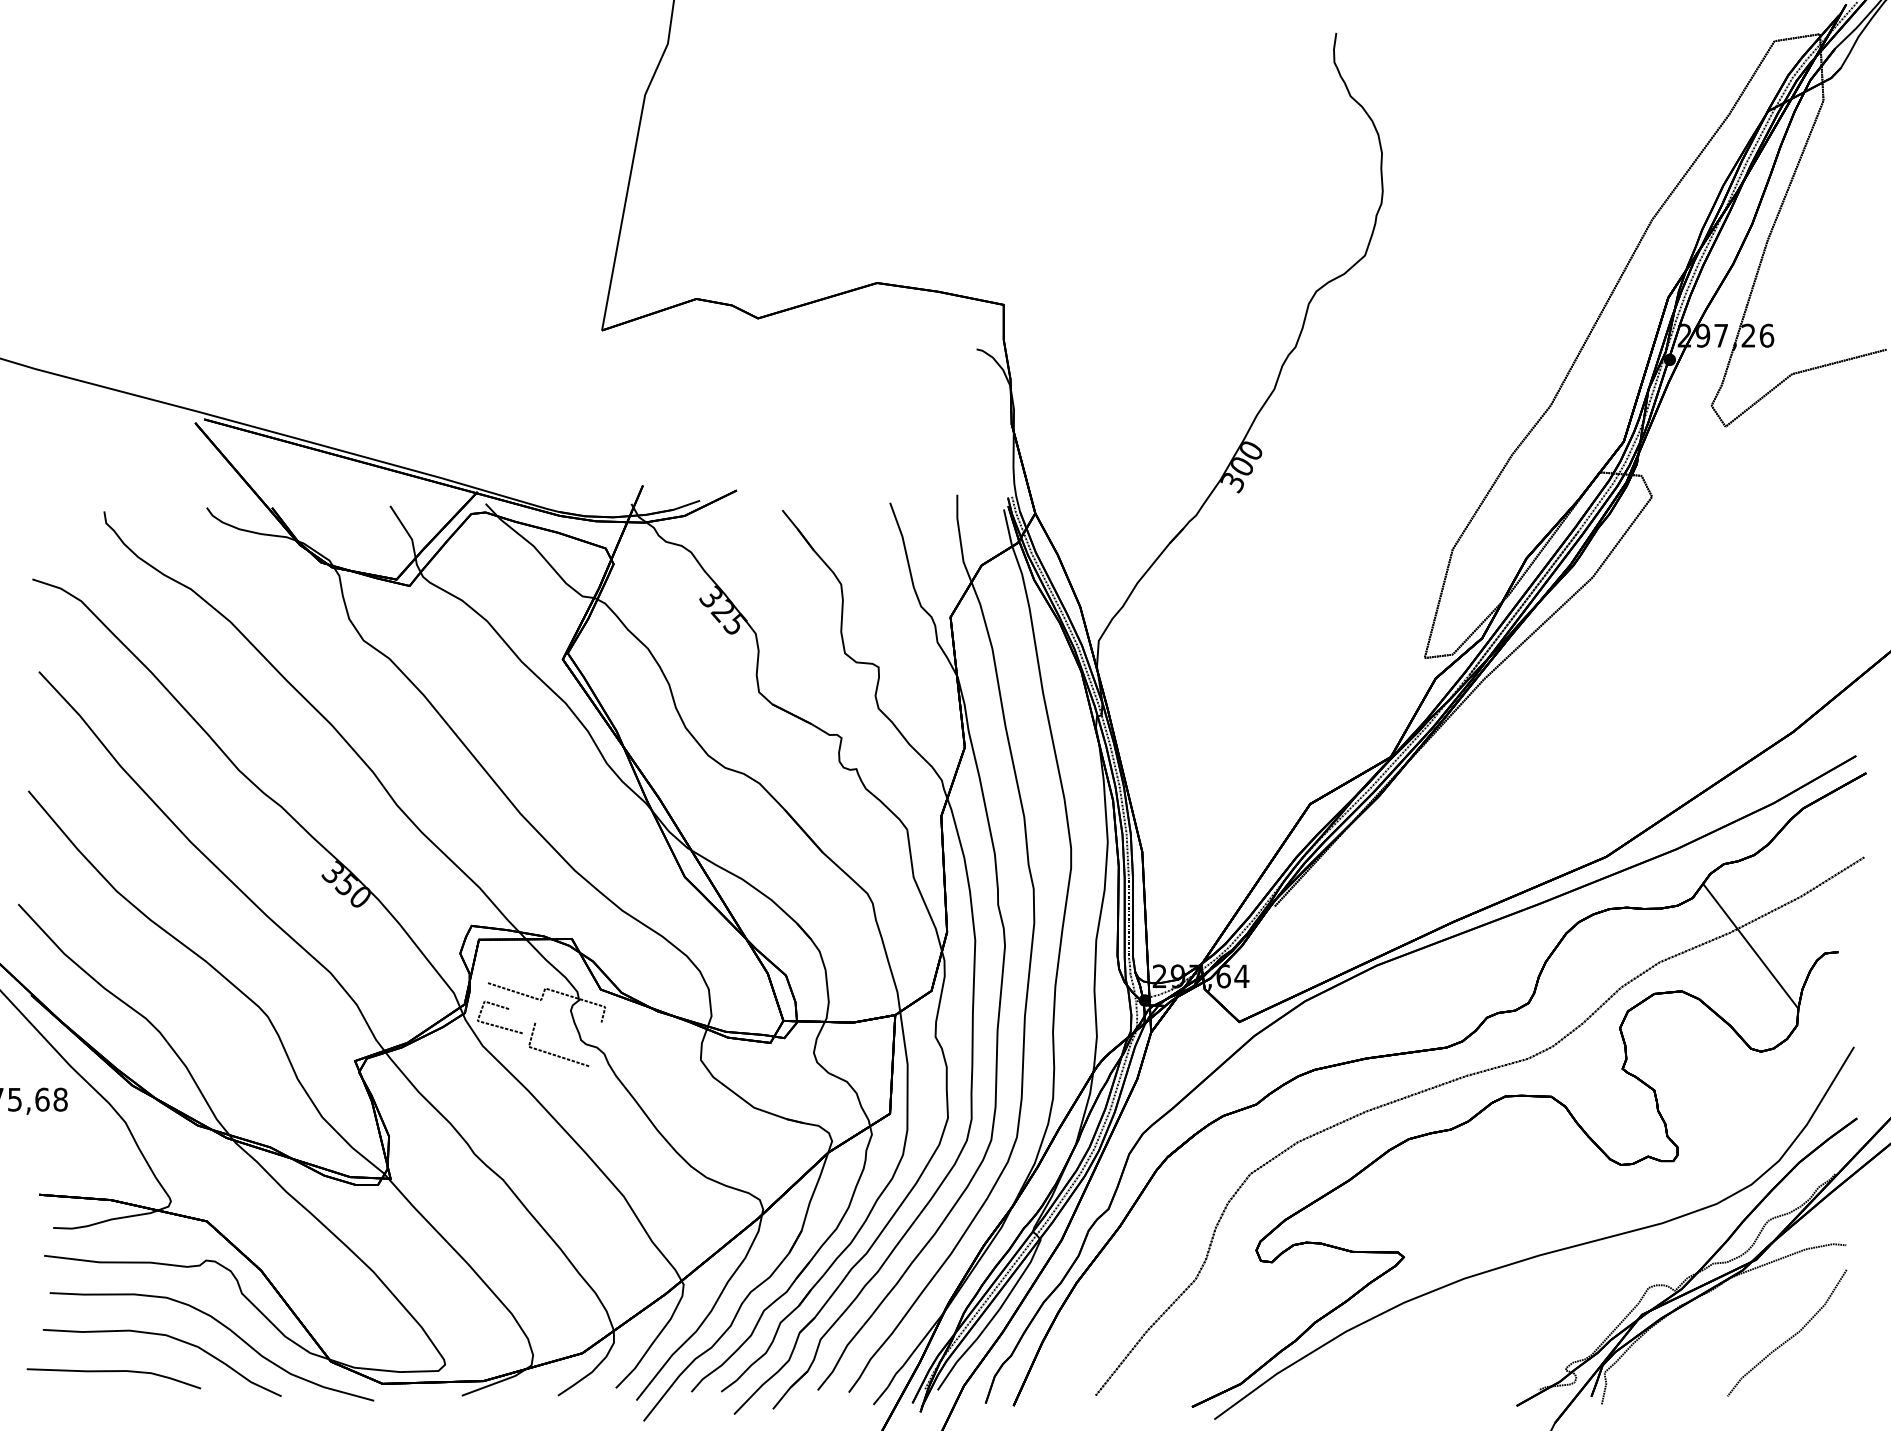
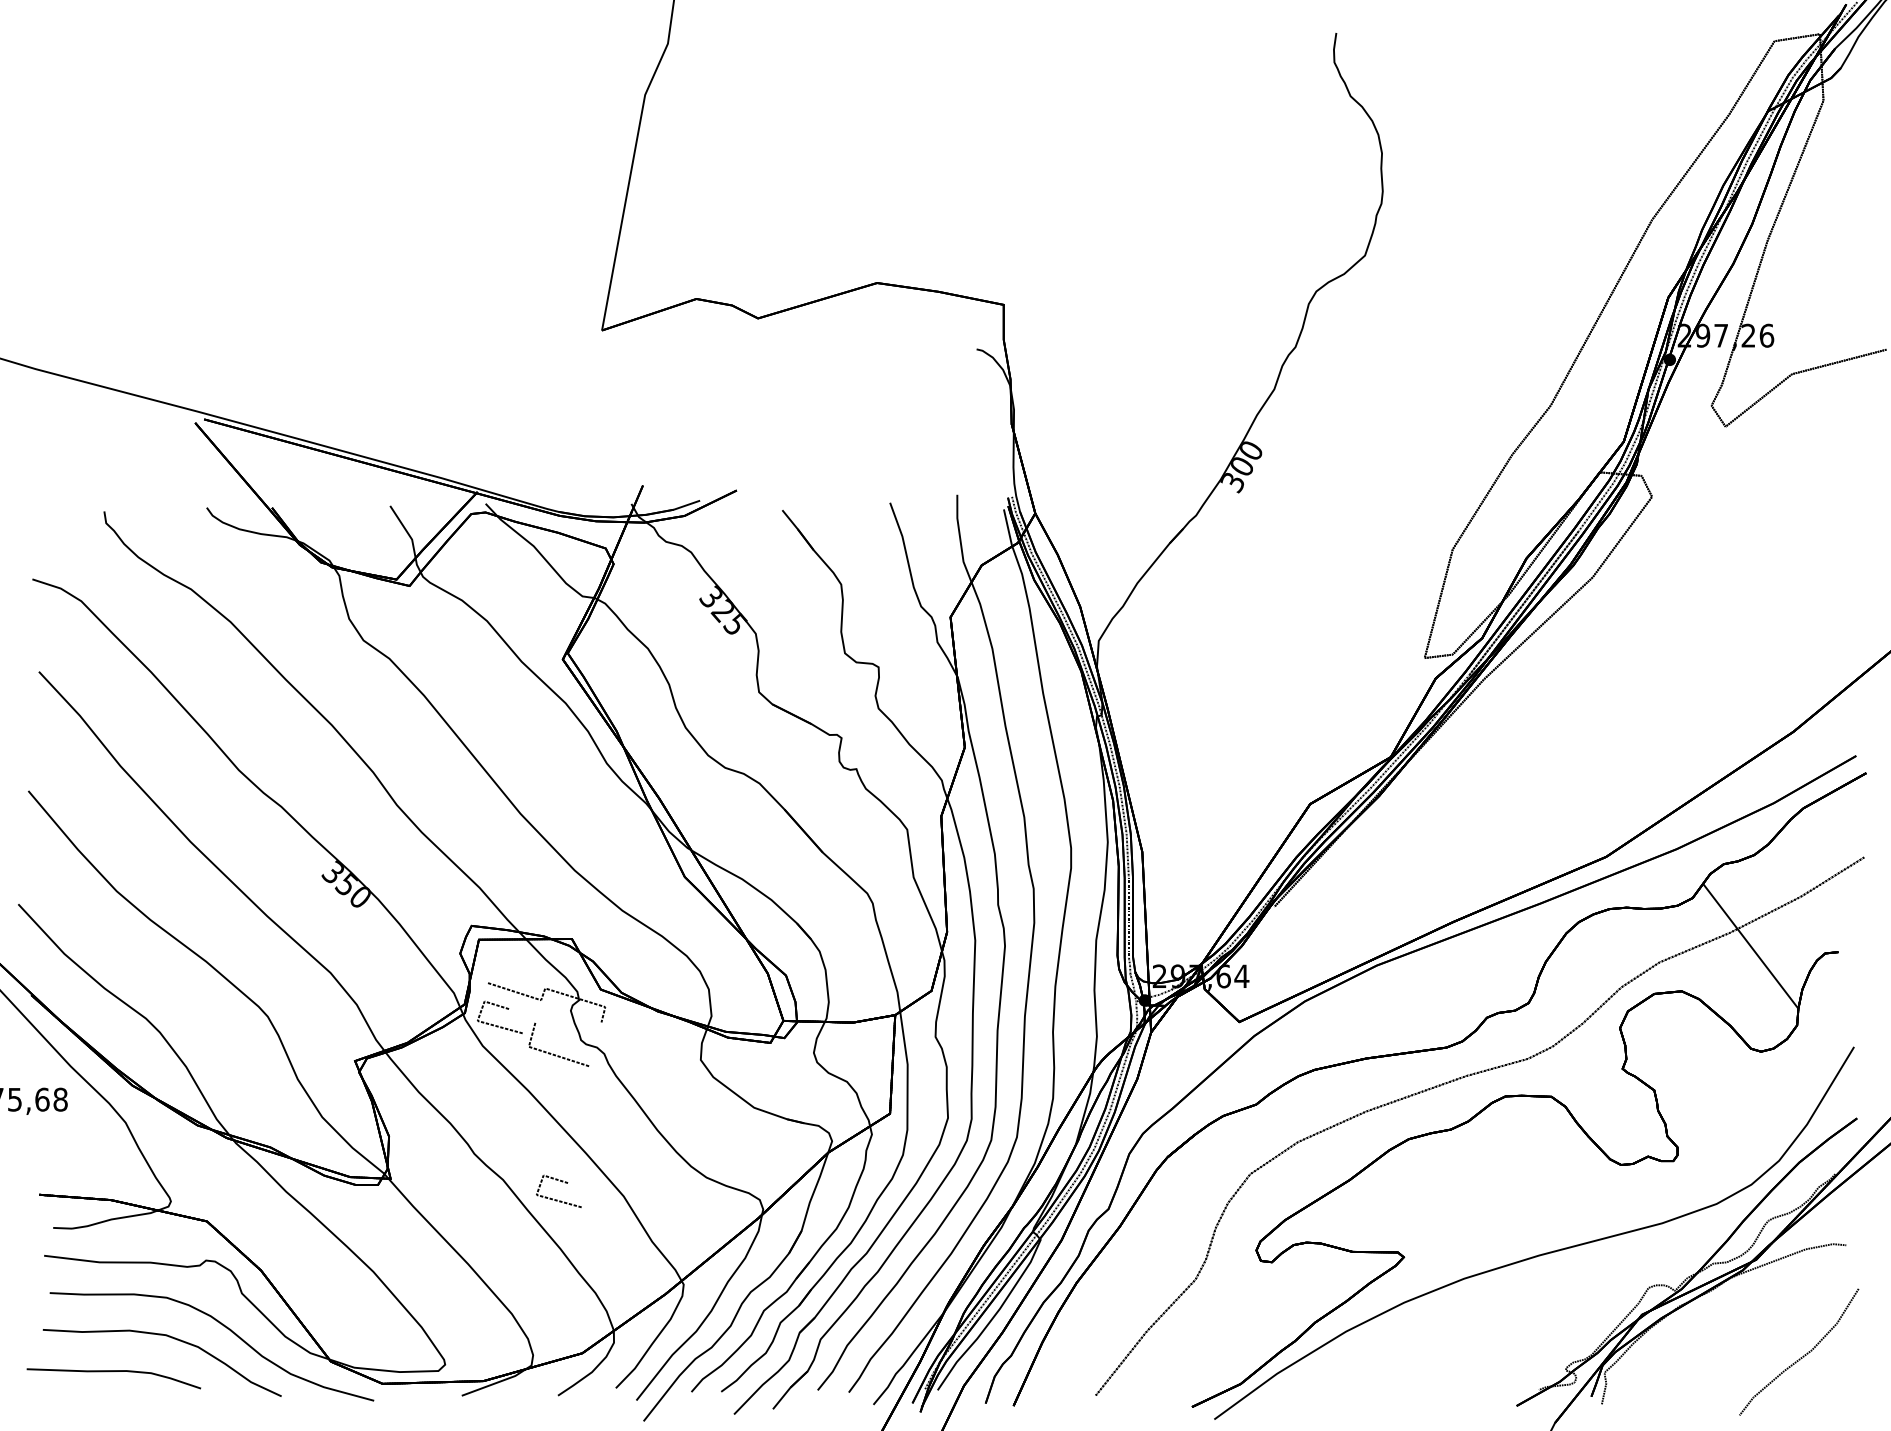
line at (562, 1182): none -> present
curve at (1791, 1336) position: (1791, 1336) -> (1803, 1355)
